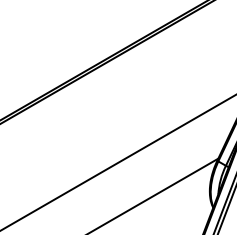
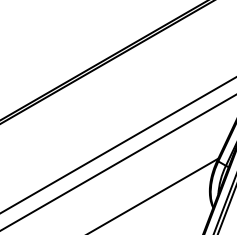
line at (117, 145): none -> present
